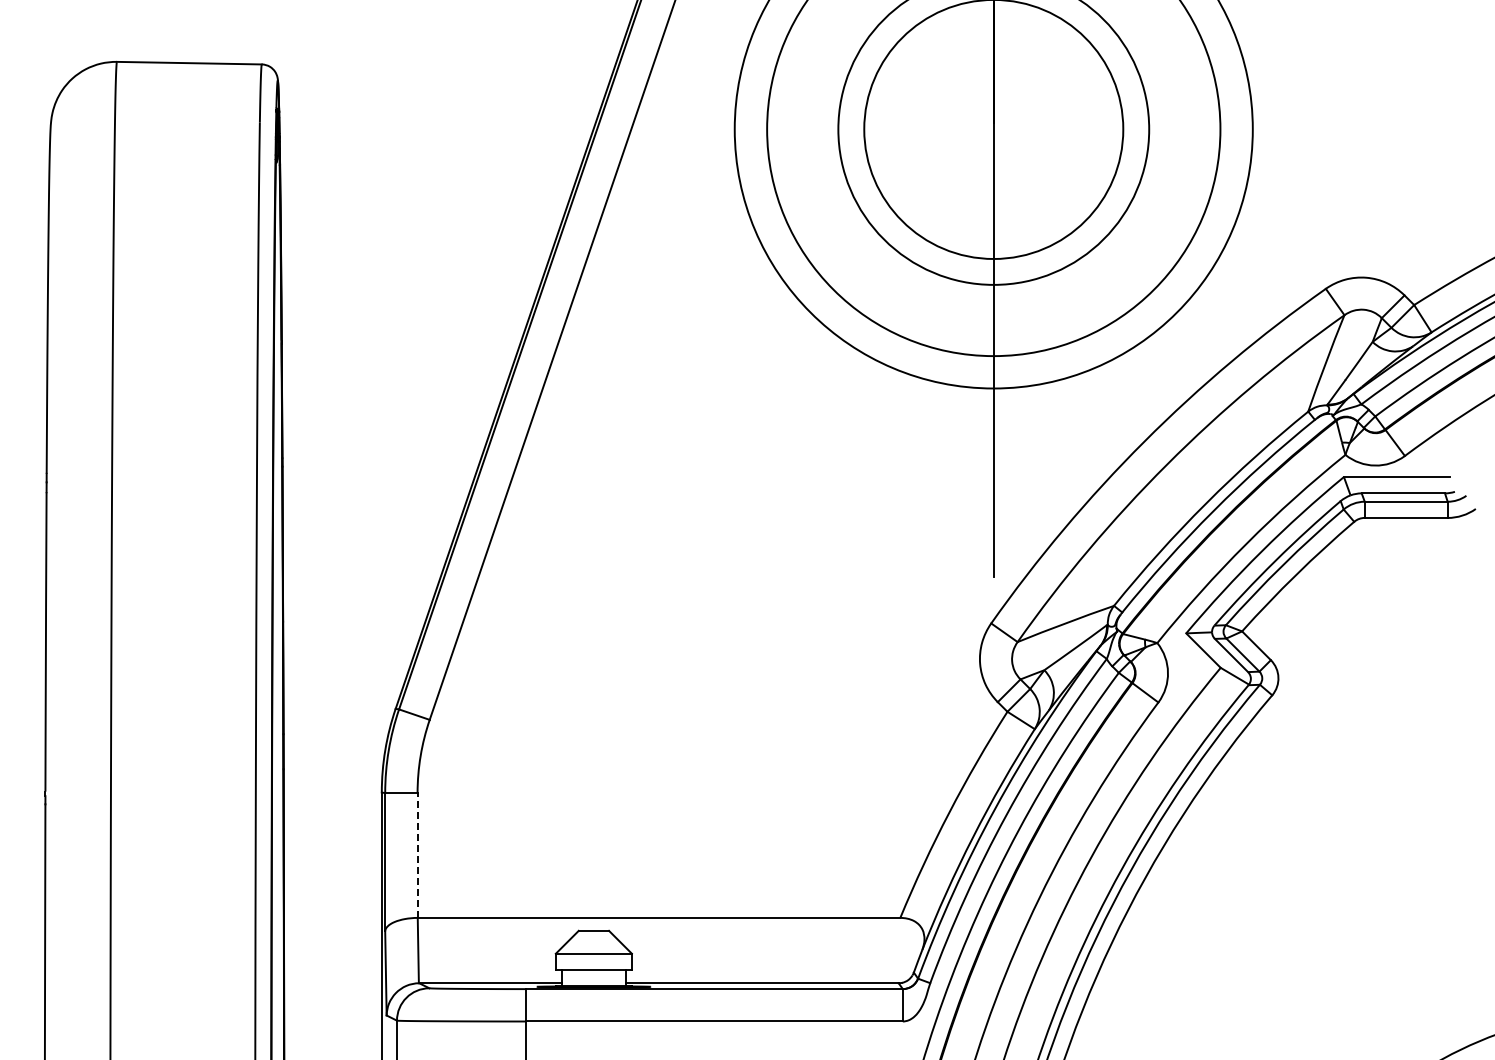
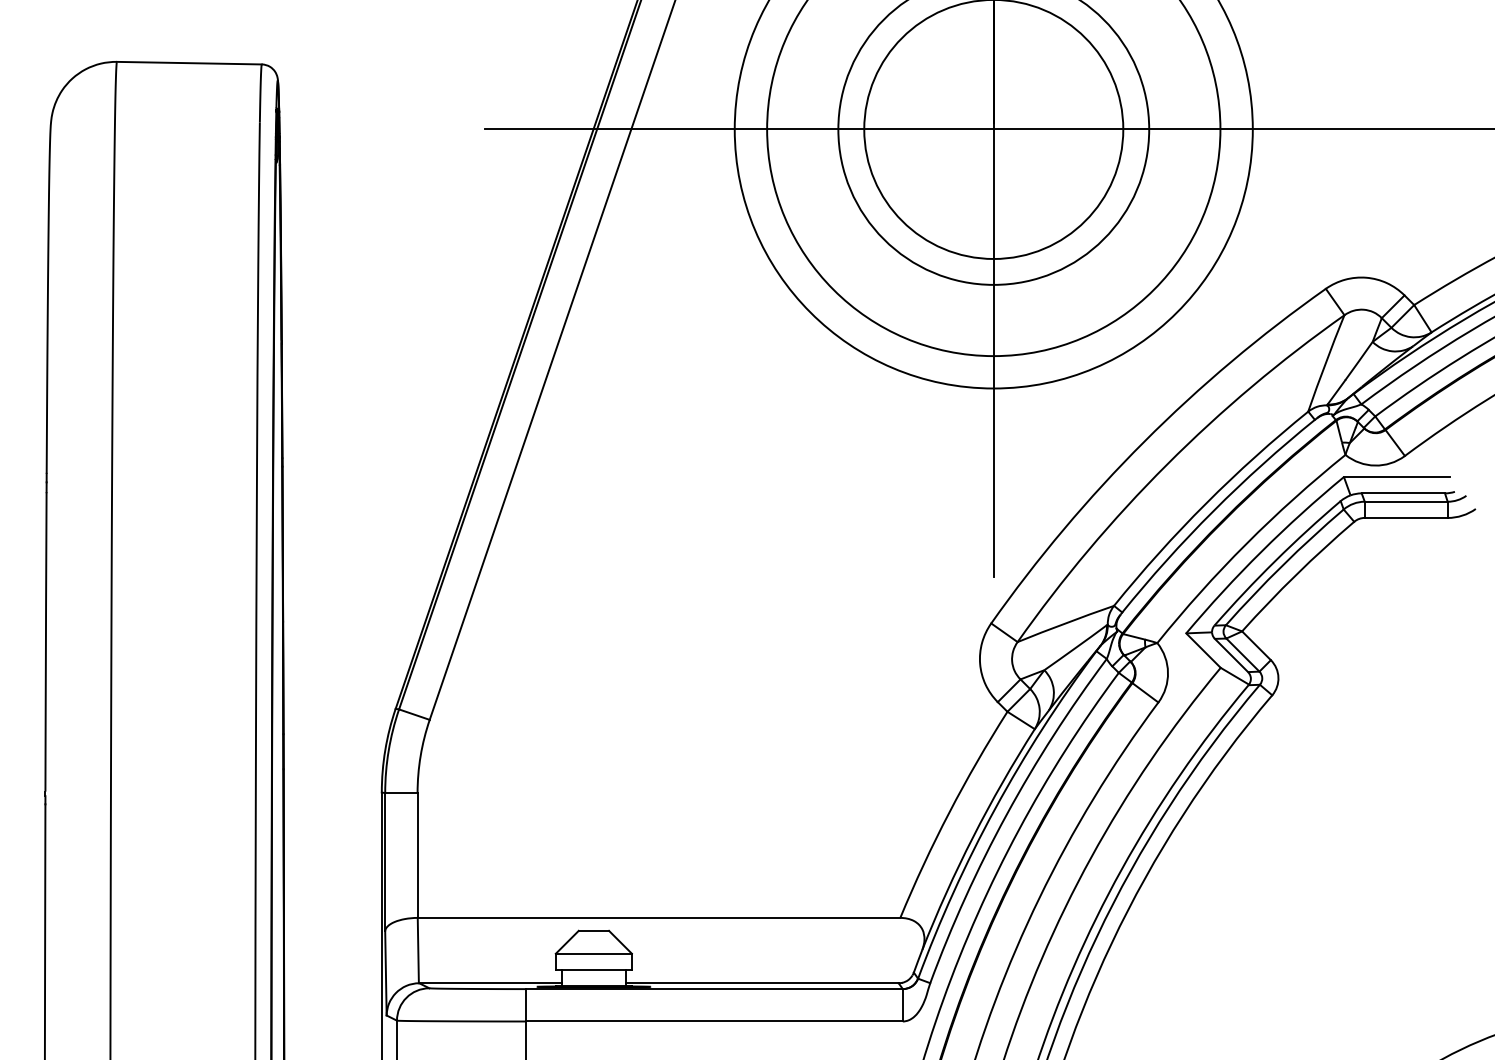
line at (987, 129): none -> present
line at (417, 855): dashed -> solid
